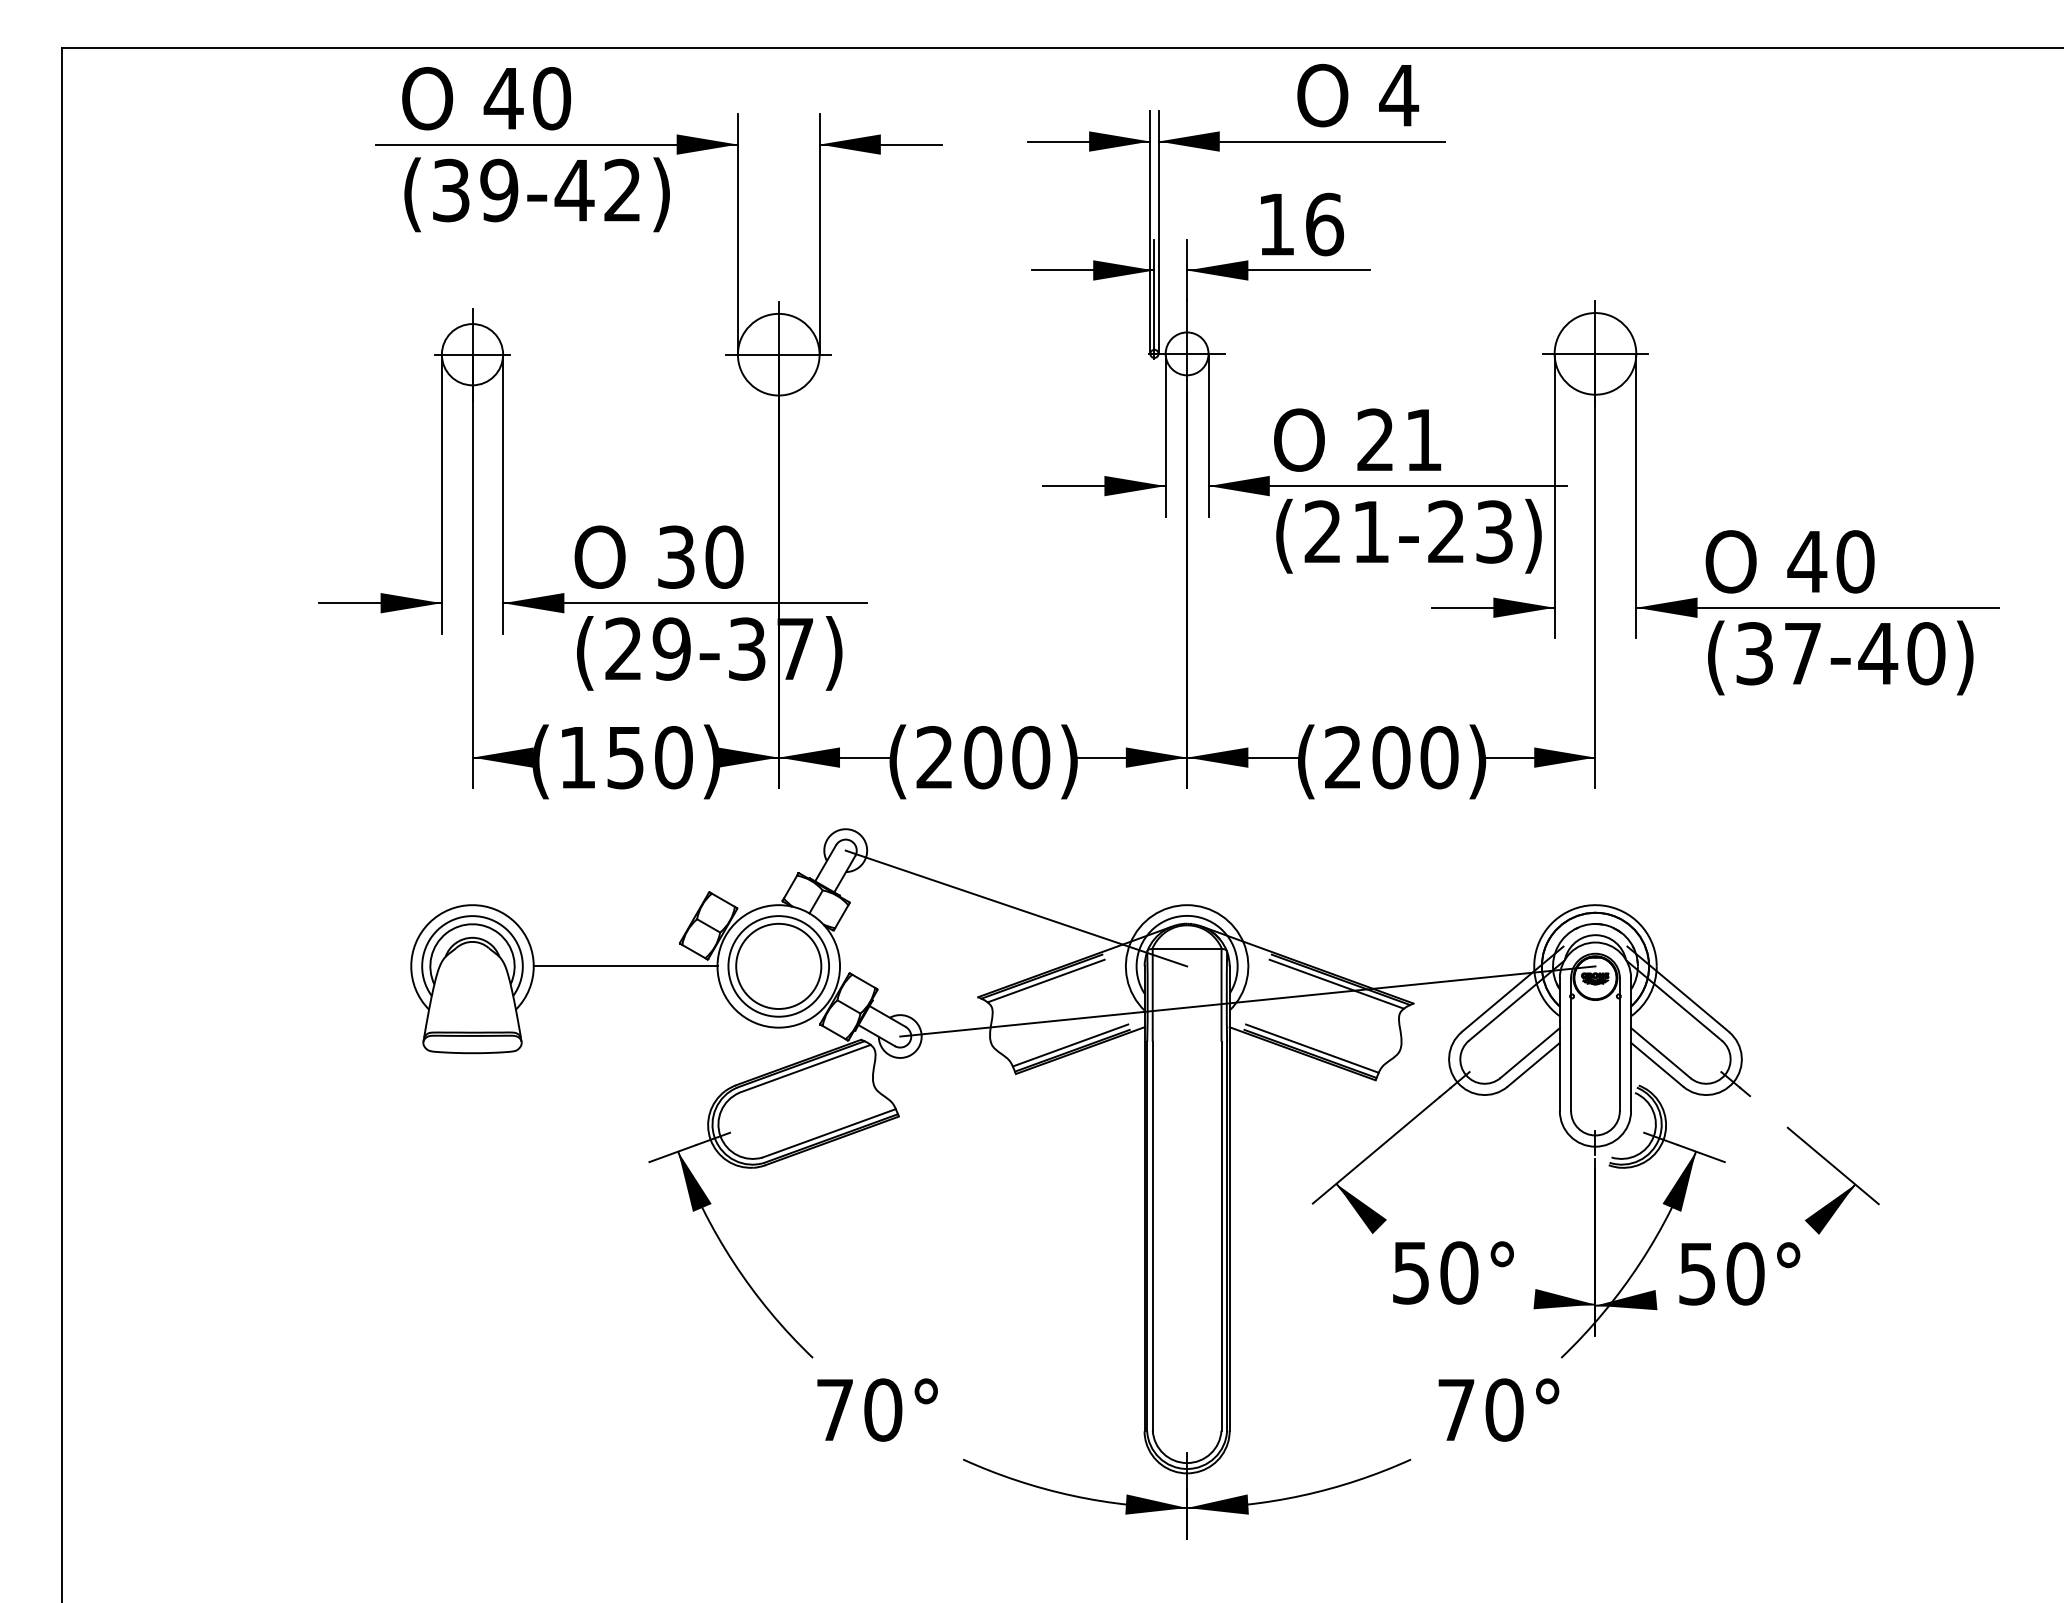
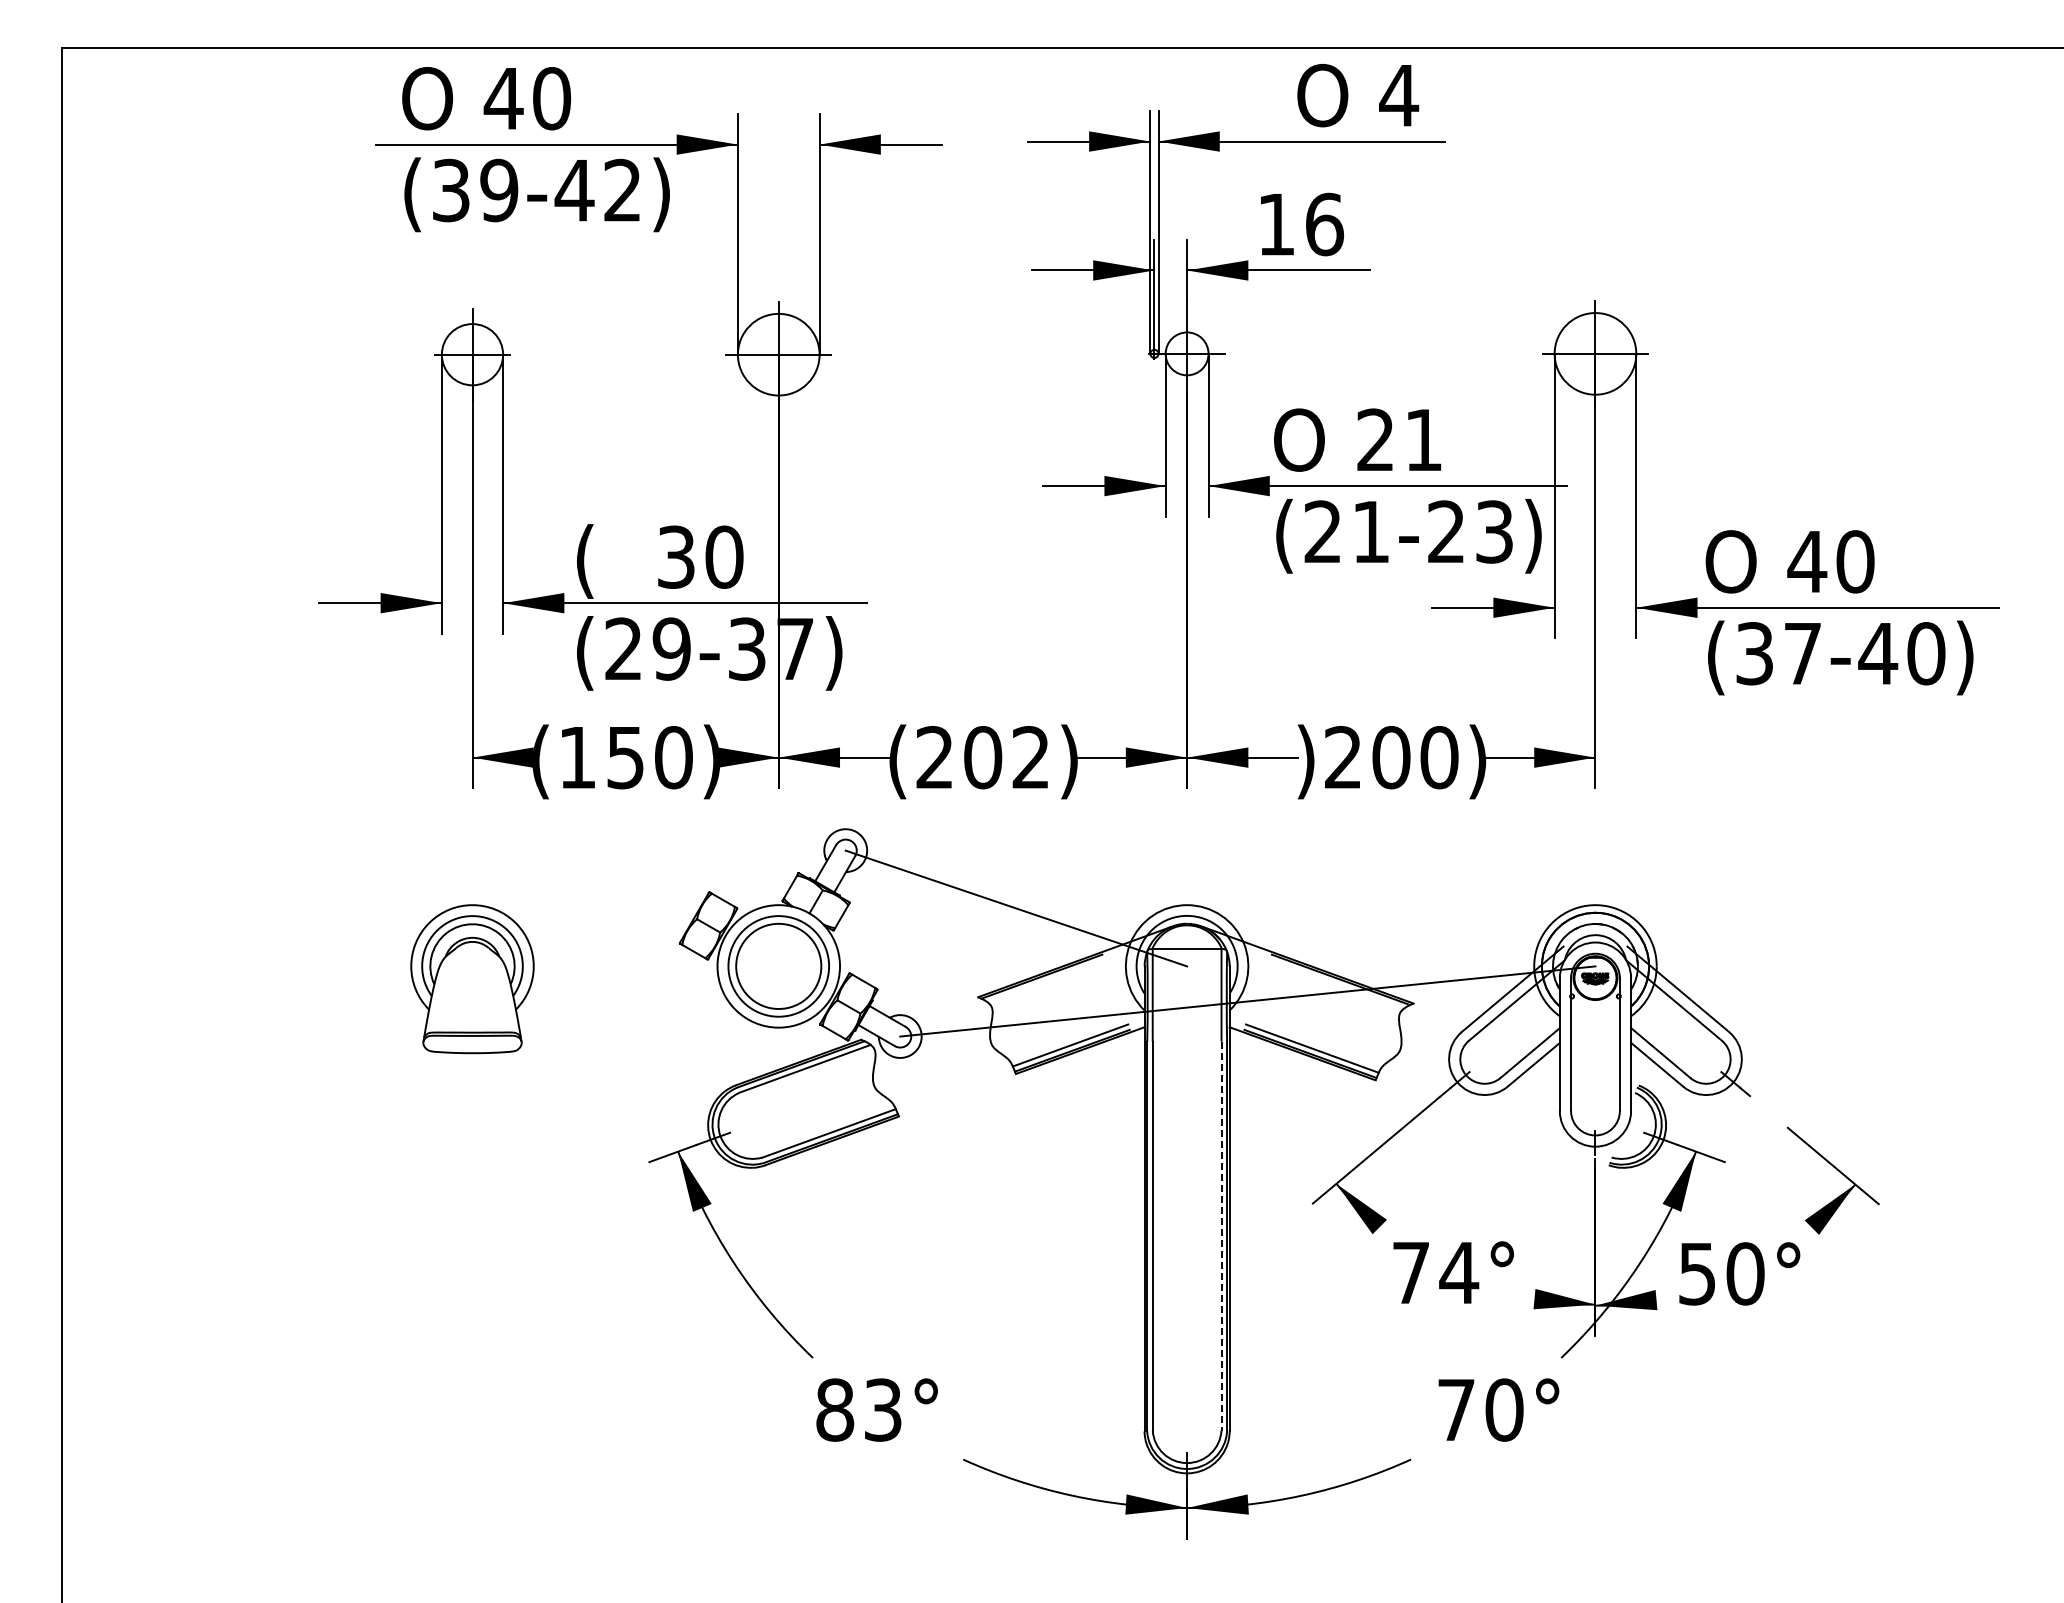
text at (599, 561): O -> (
text at (1031, 757): 200 -> 202
text at (1305, 761): ( -> )
line at (625, 966): present -> none
line at (1045, 980): present -> none
line at (1336, 983): present -> none
line at (1221, 1236): solid -> dashed
text at (1436, 1272): 50° -> 74°
text at (859, 1409): 70° -> 83°
